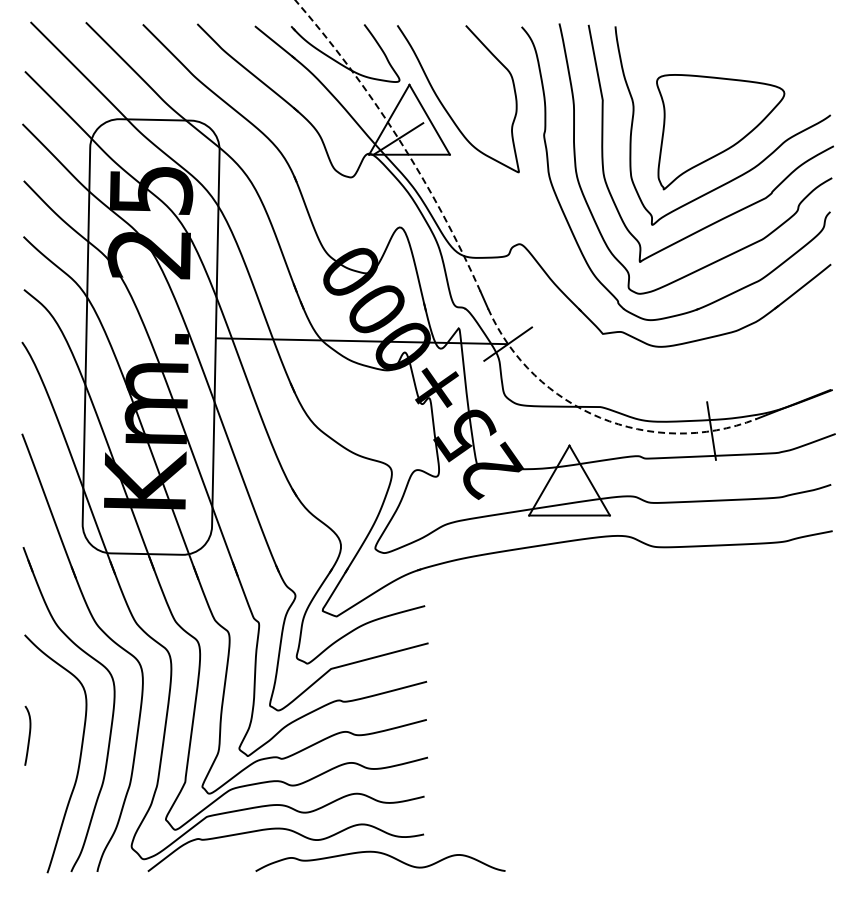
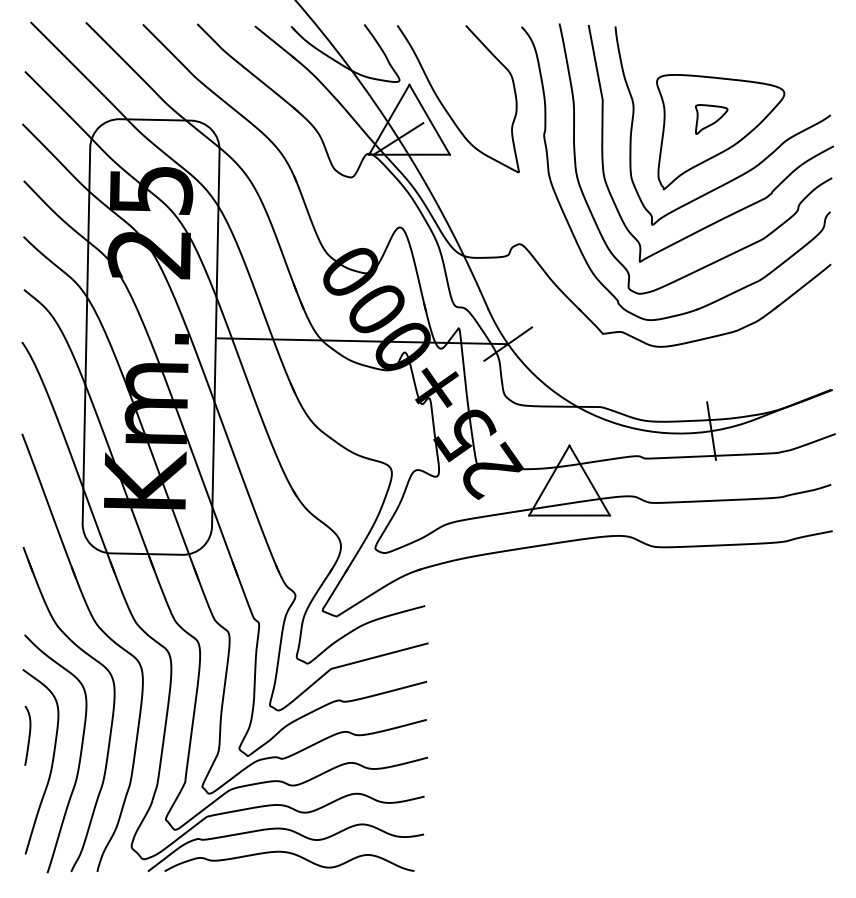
part at (711, 119): none -> present
arc at (398, 138): dashed -> solid
arc at (600, 417): dashed -> solid
curve at (51, 762): none -> present
curve at (381, 854) position: (381, 854) -> (290, 854)
